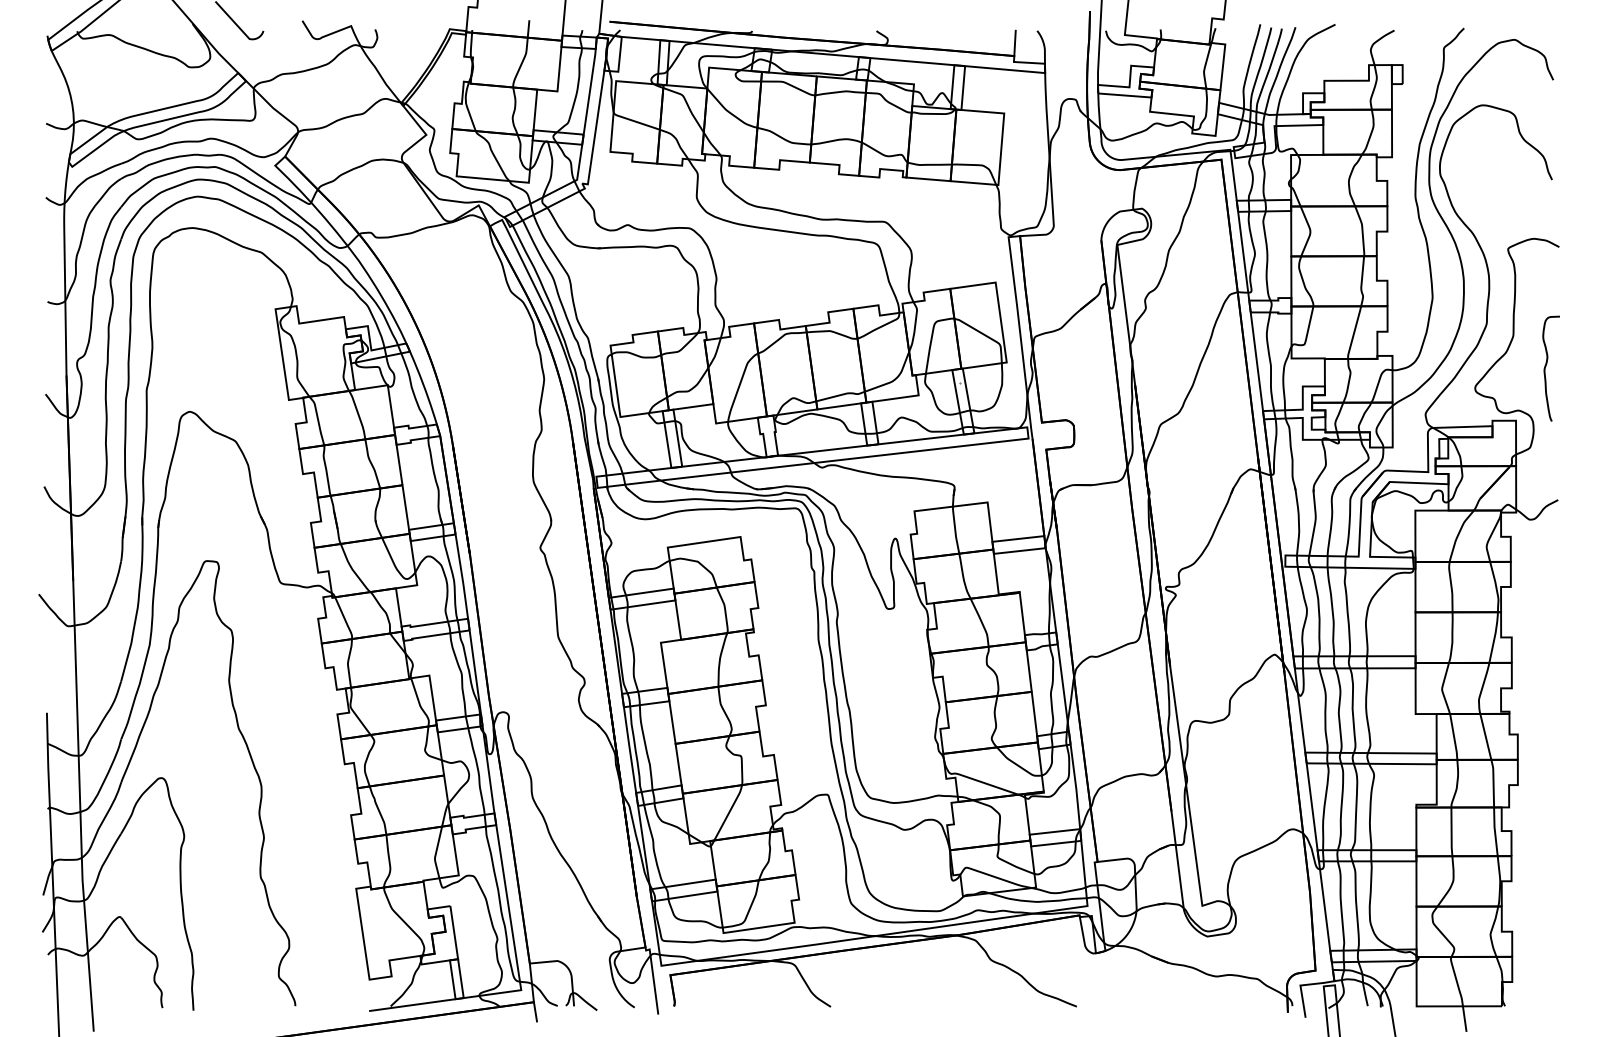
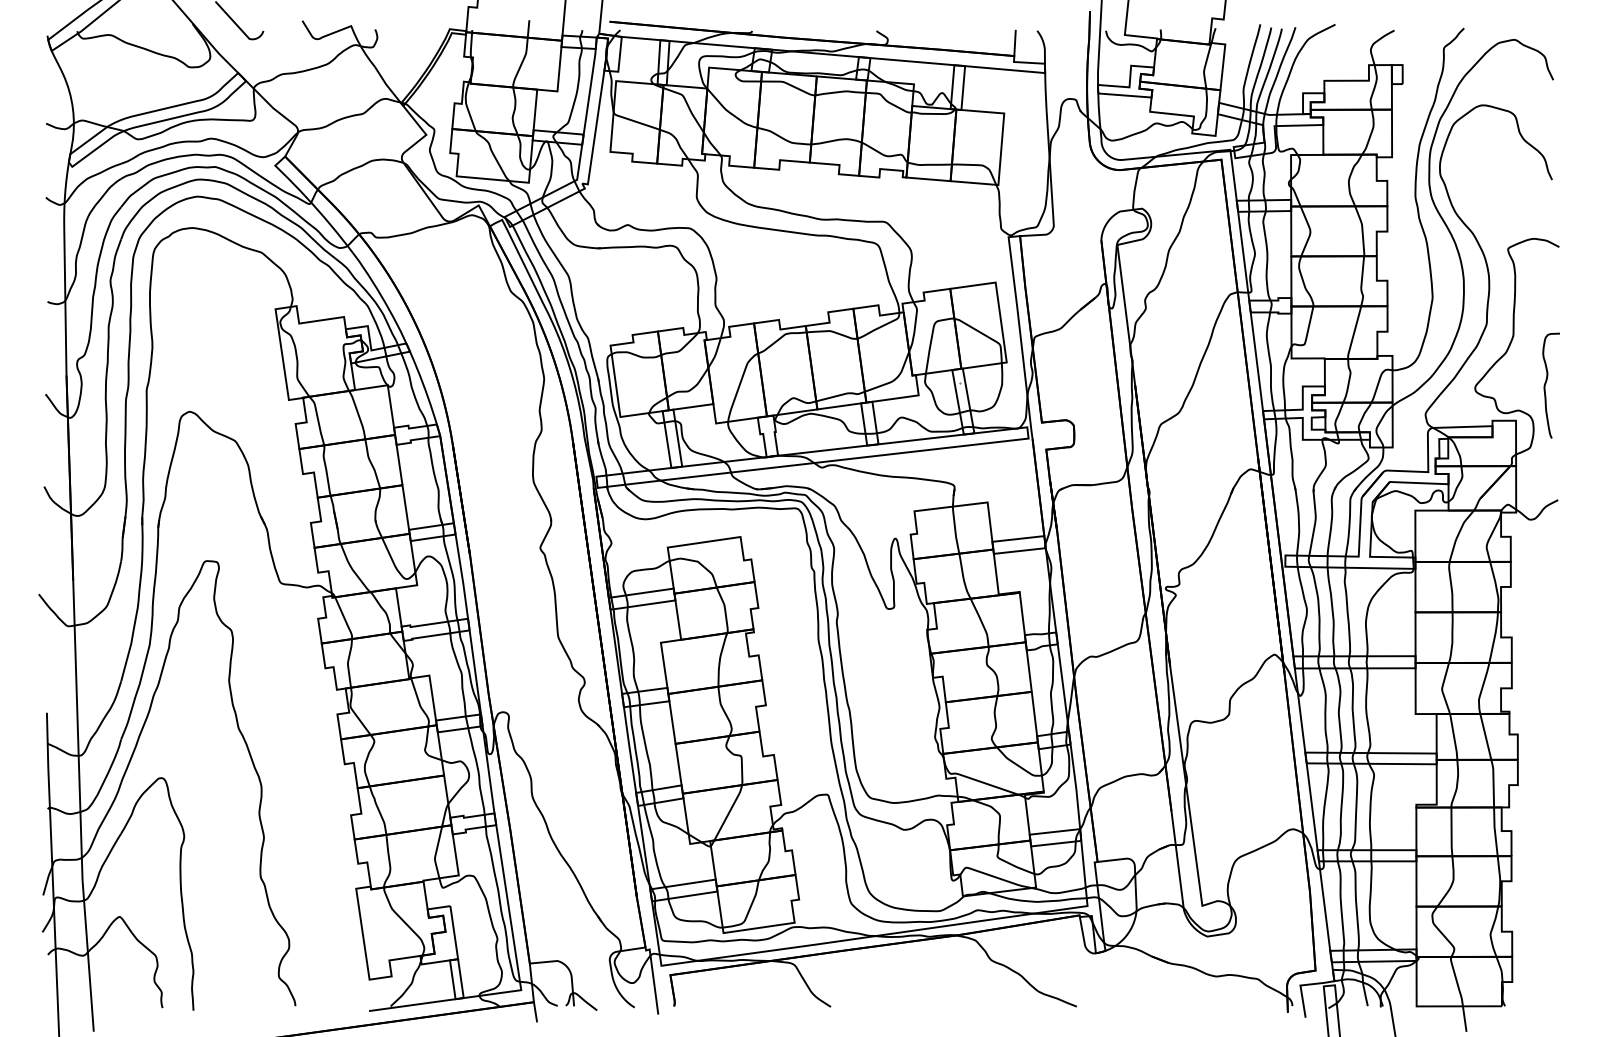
curve at (1546, 366) position: (1546, 366) -> (1546, 383)
